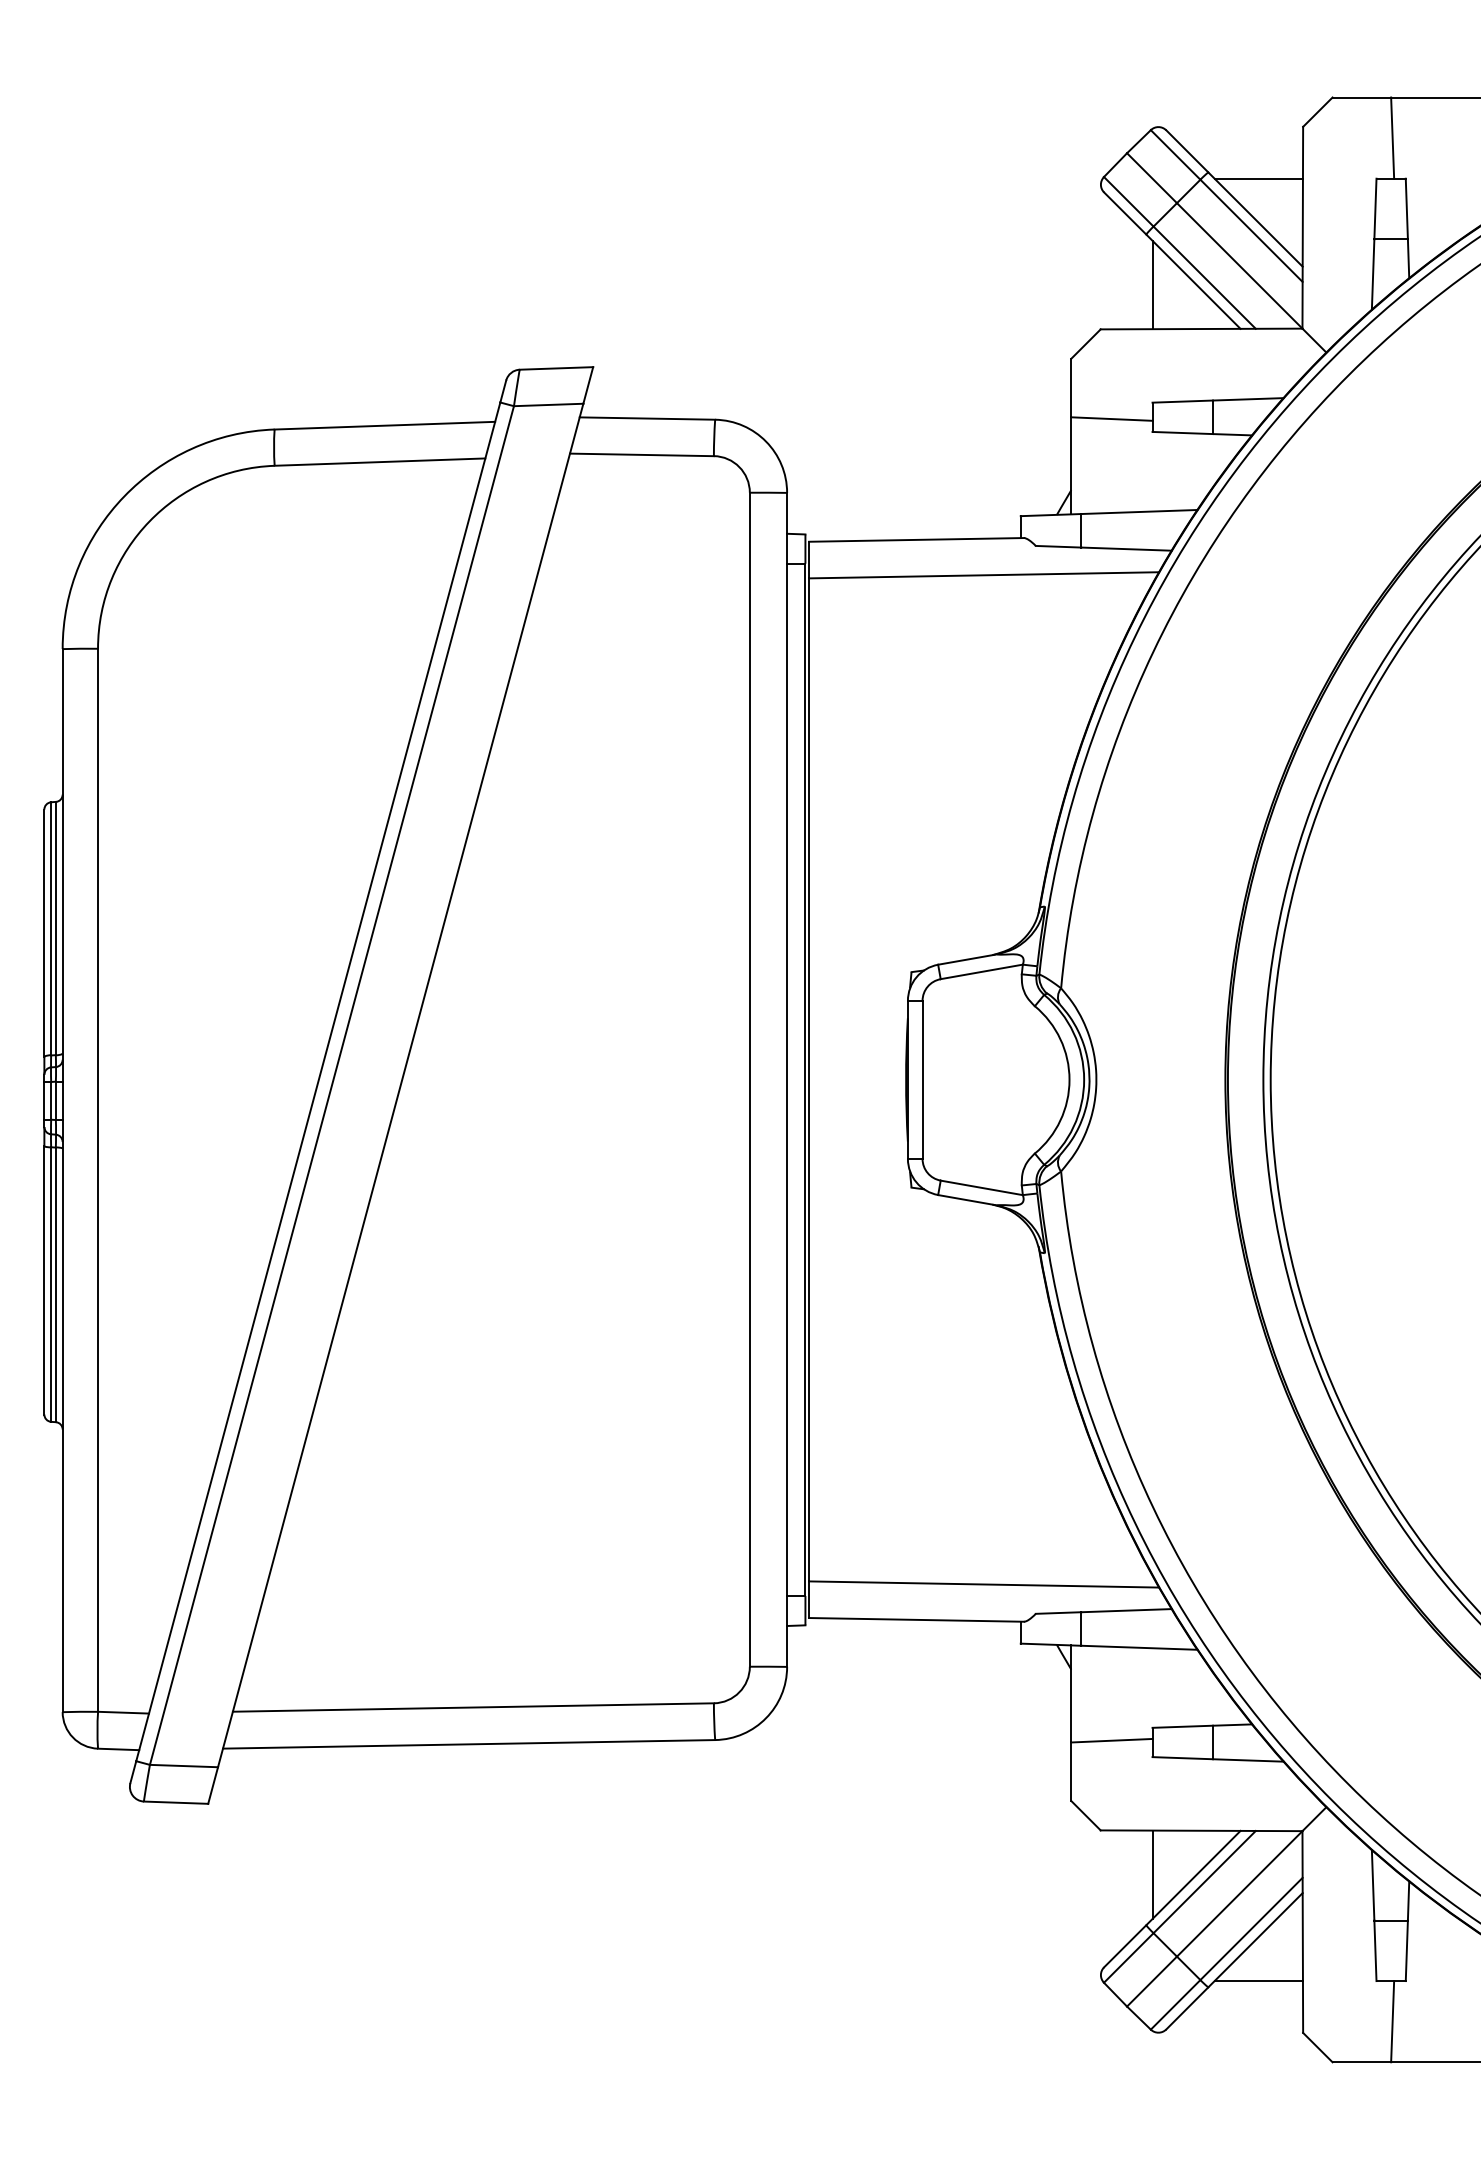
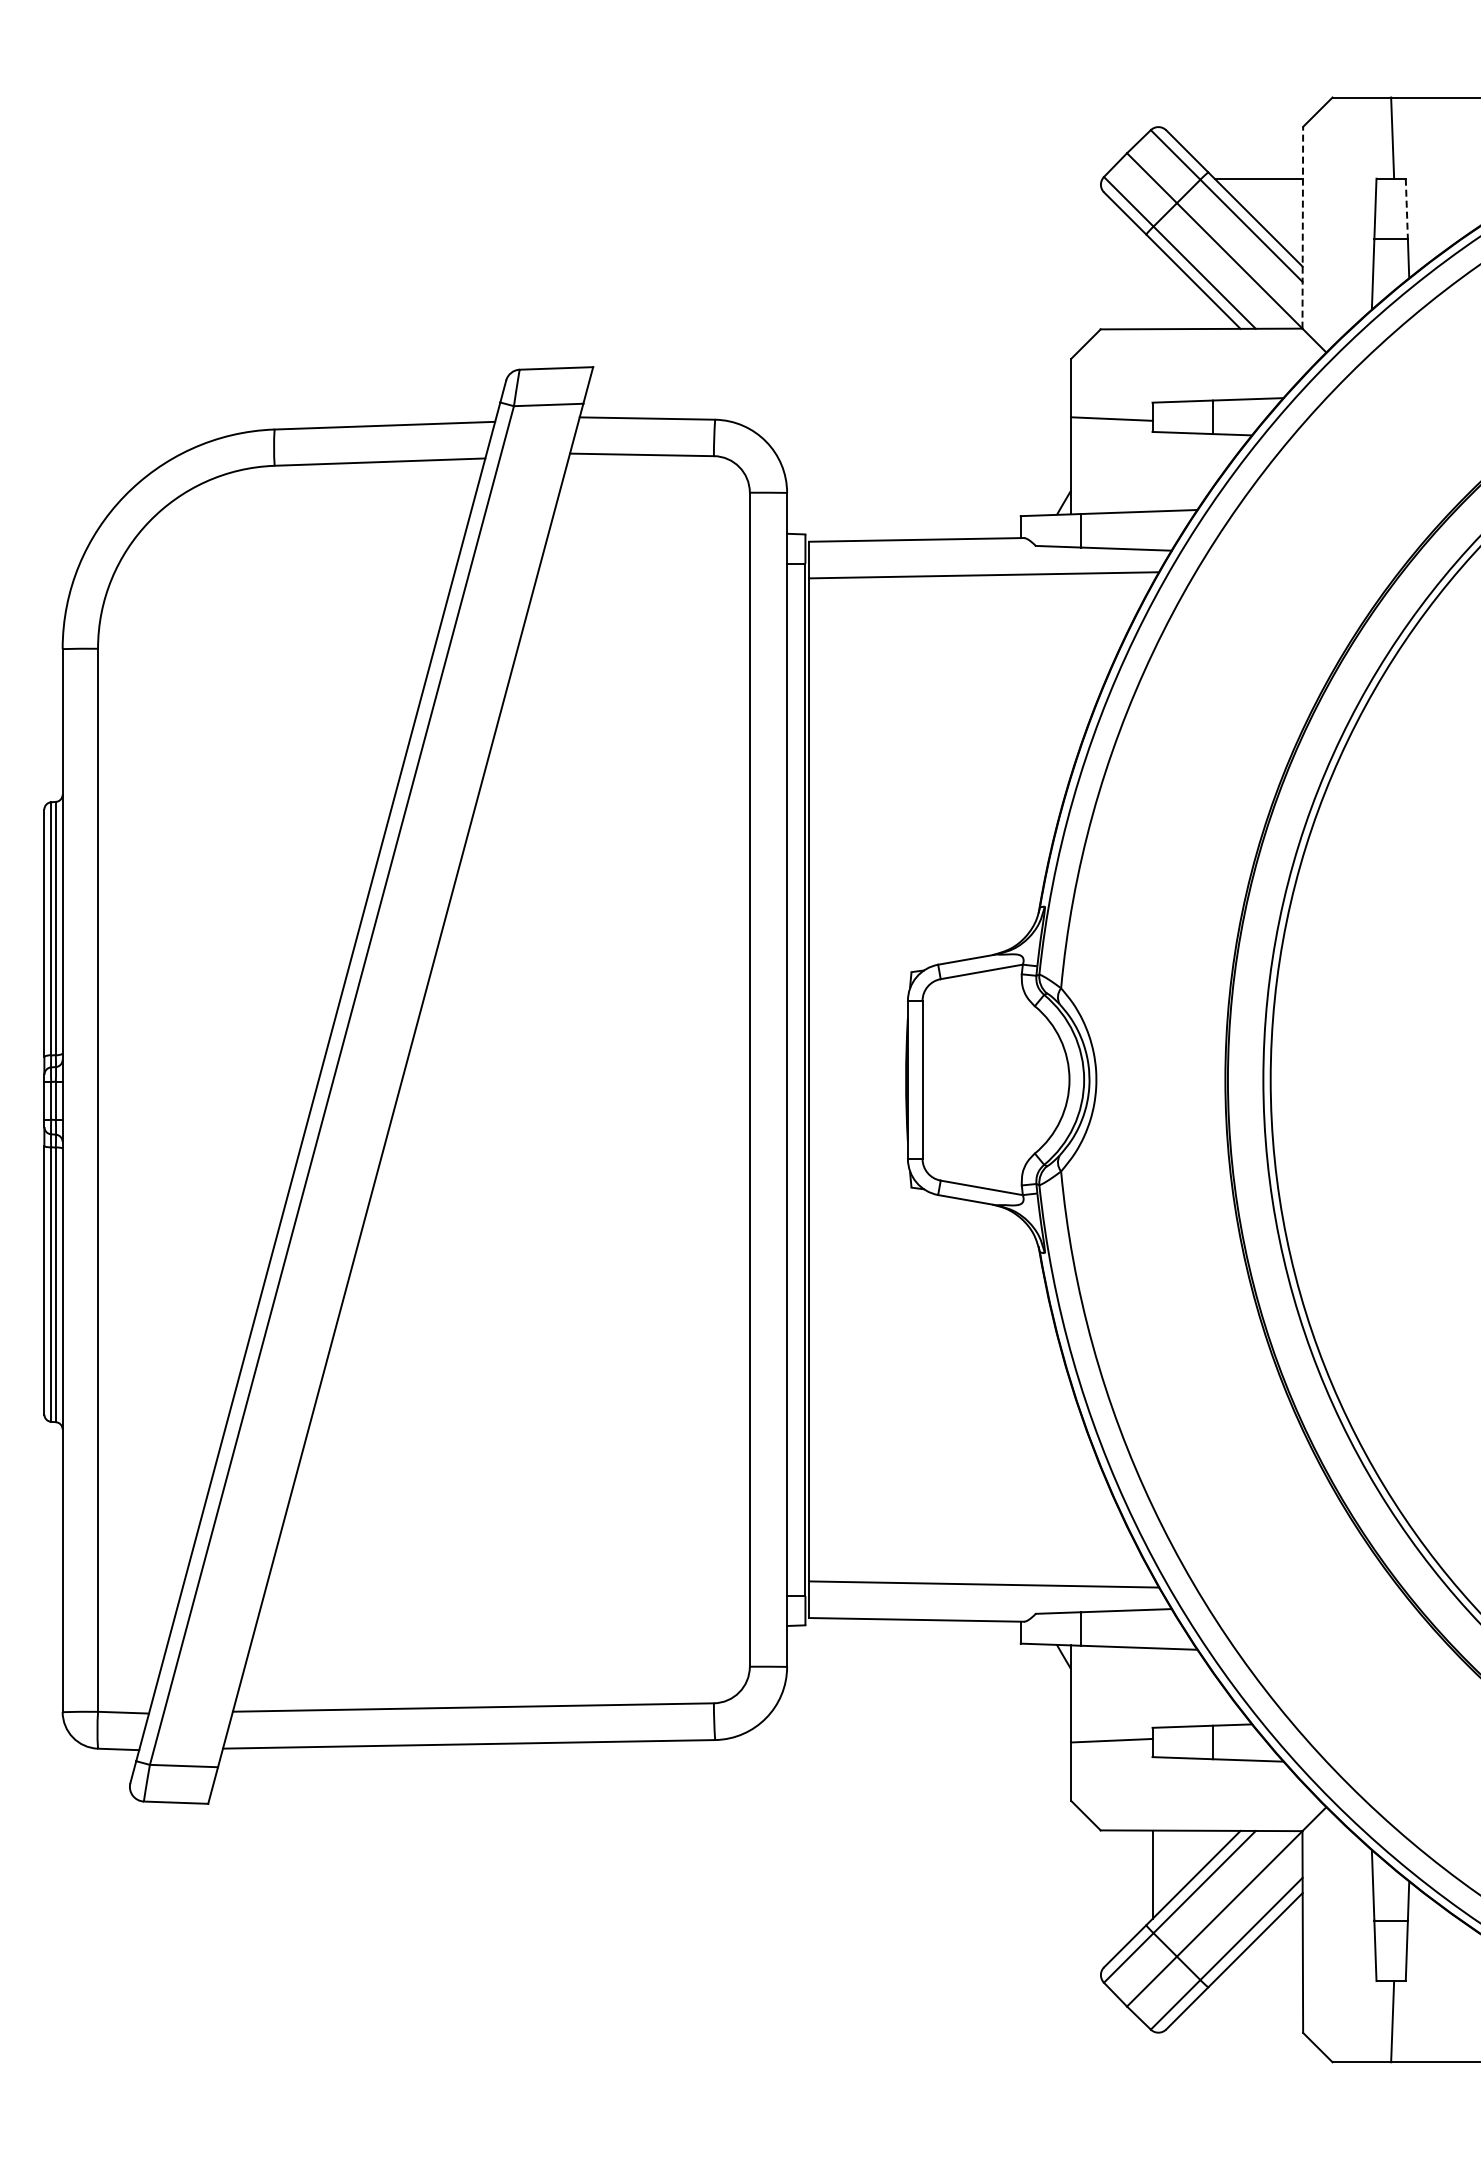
line at (1406, 209): solid -> dashed
line at (1302, 227): solid -> dashed
line at (1152, 284): present -> none
line at (1258, 1981): present -> none
